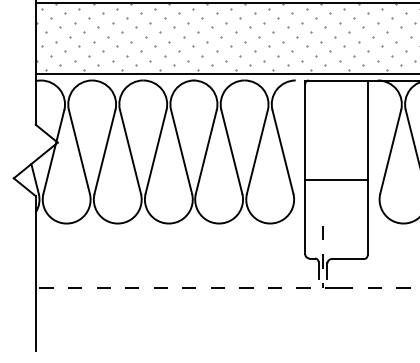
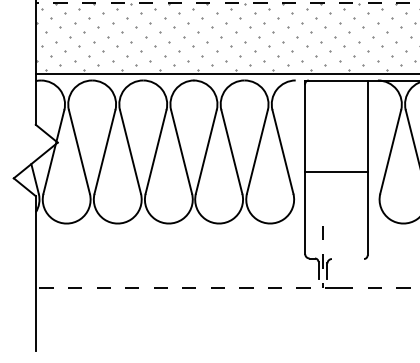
line at (227, 3): solid -> dashed
line at (336, 179) position: (336, 179) -> (336, 171)
line at (347, 259): present -> none
